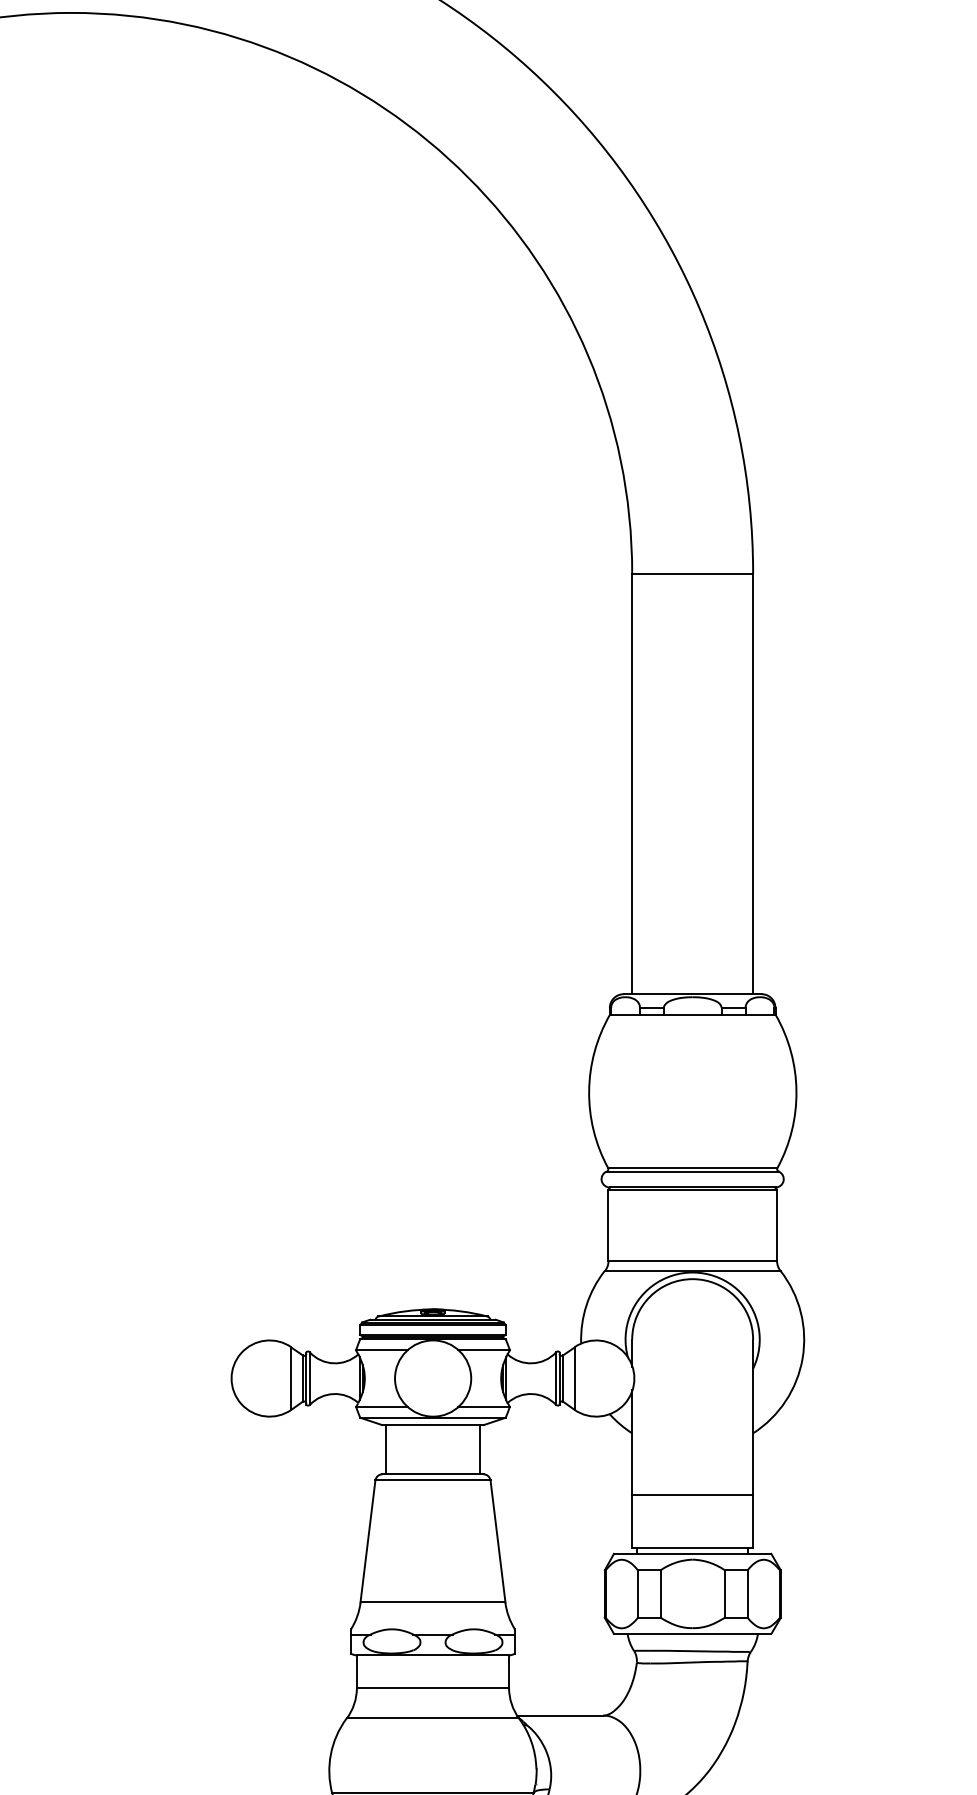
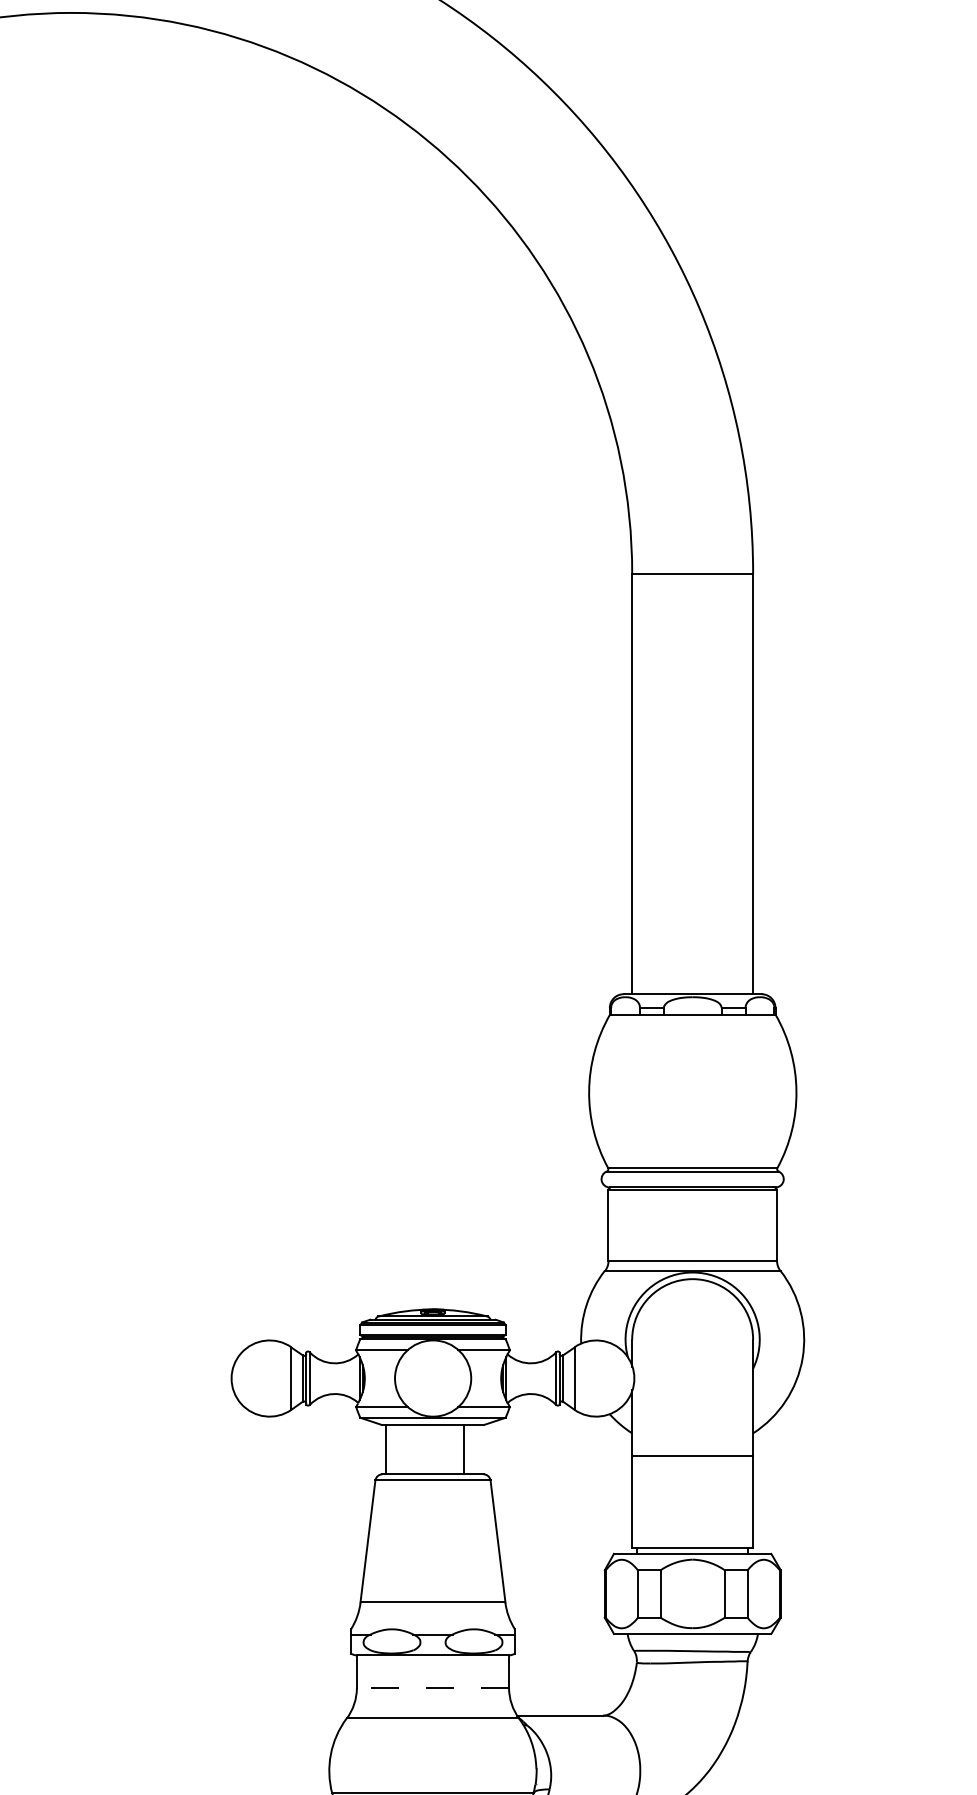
line at (480, 1449) position: (480, 1449) -> (464, 1449)
line at (692, 1495) position: (692, 1495) -> (692, 1456)
line at (432, 1687): solid -> dashed
